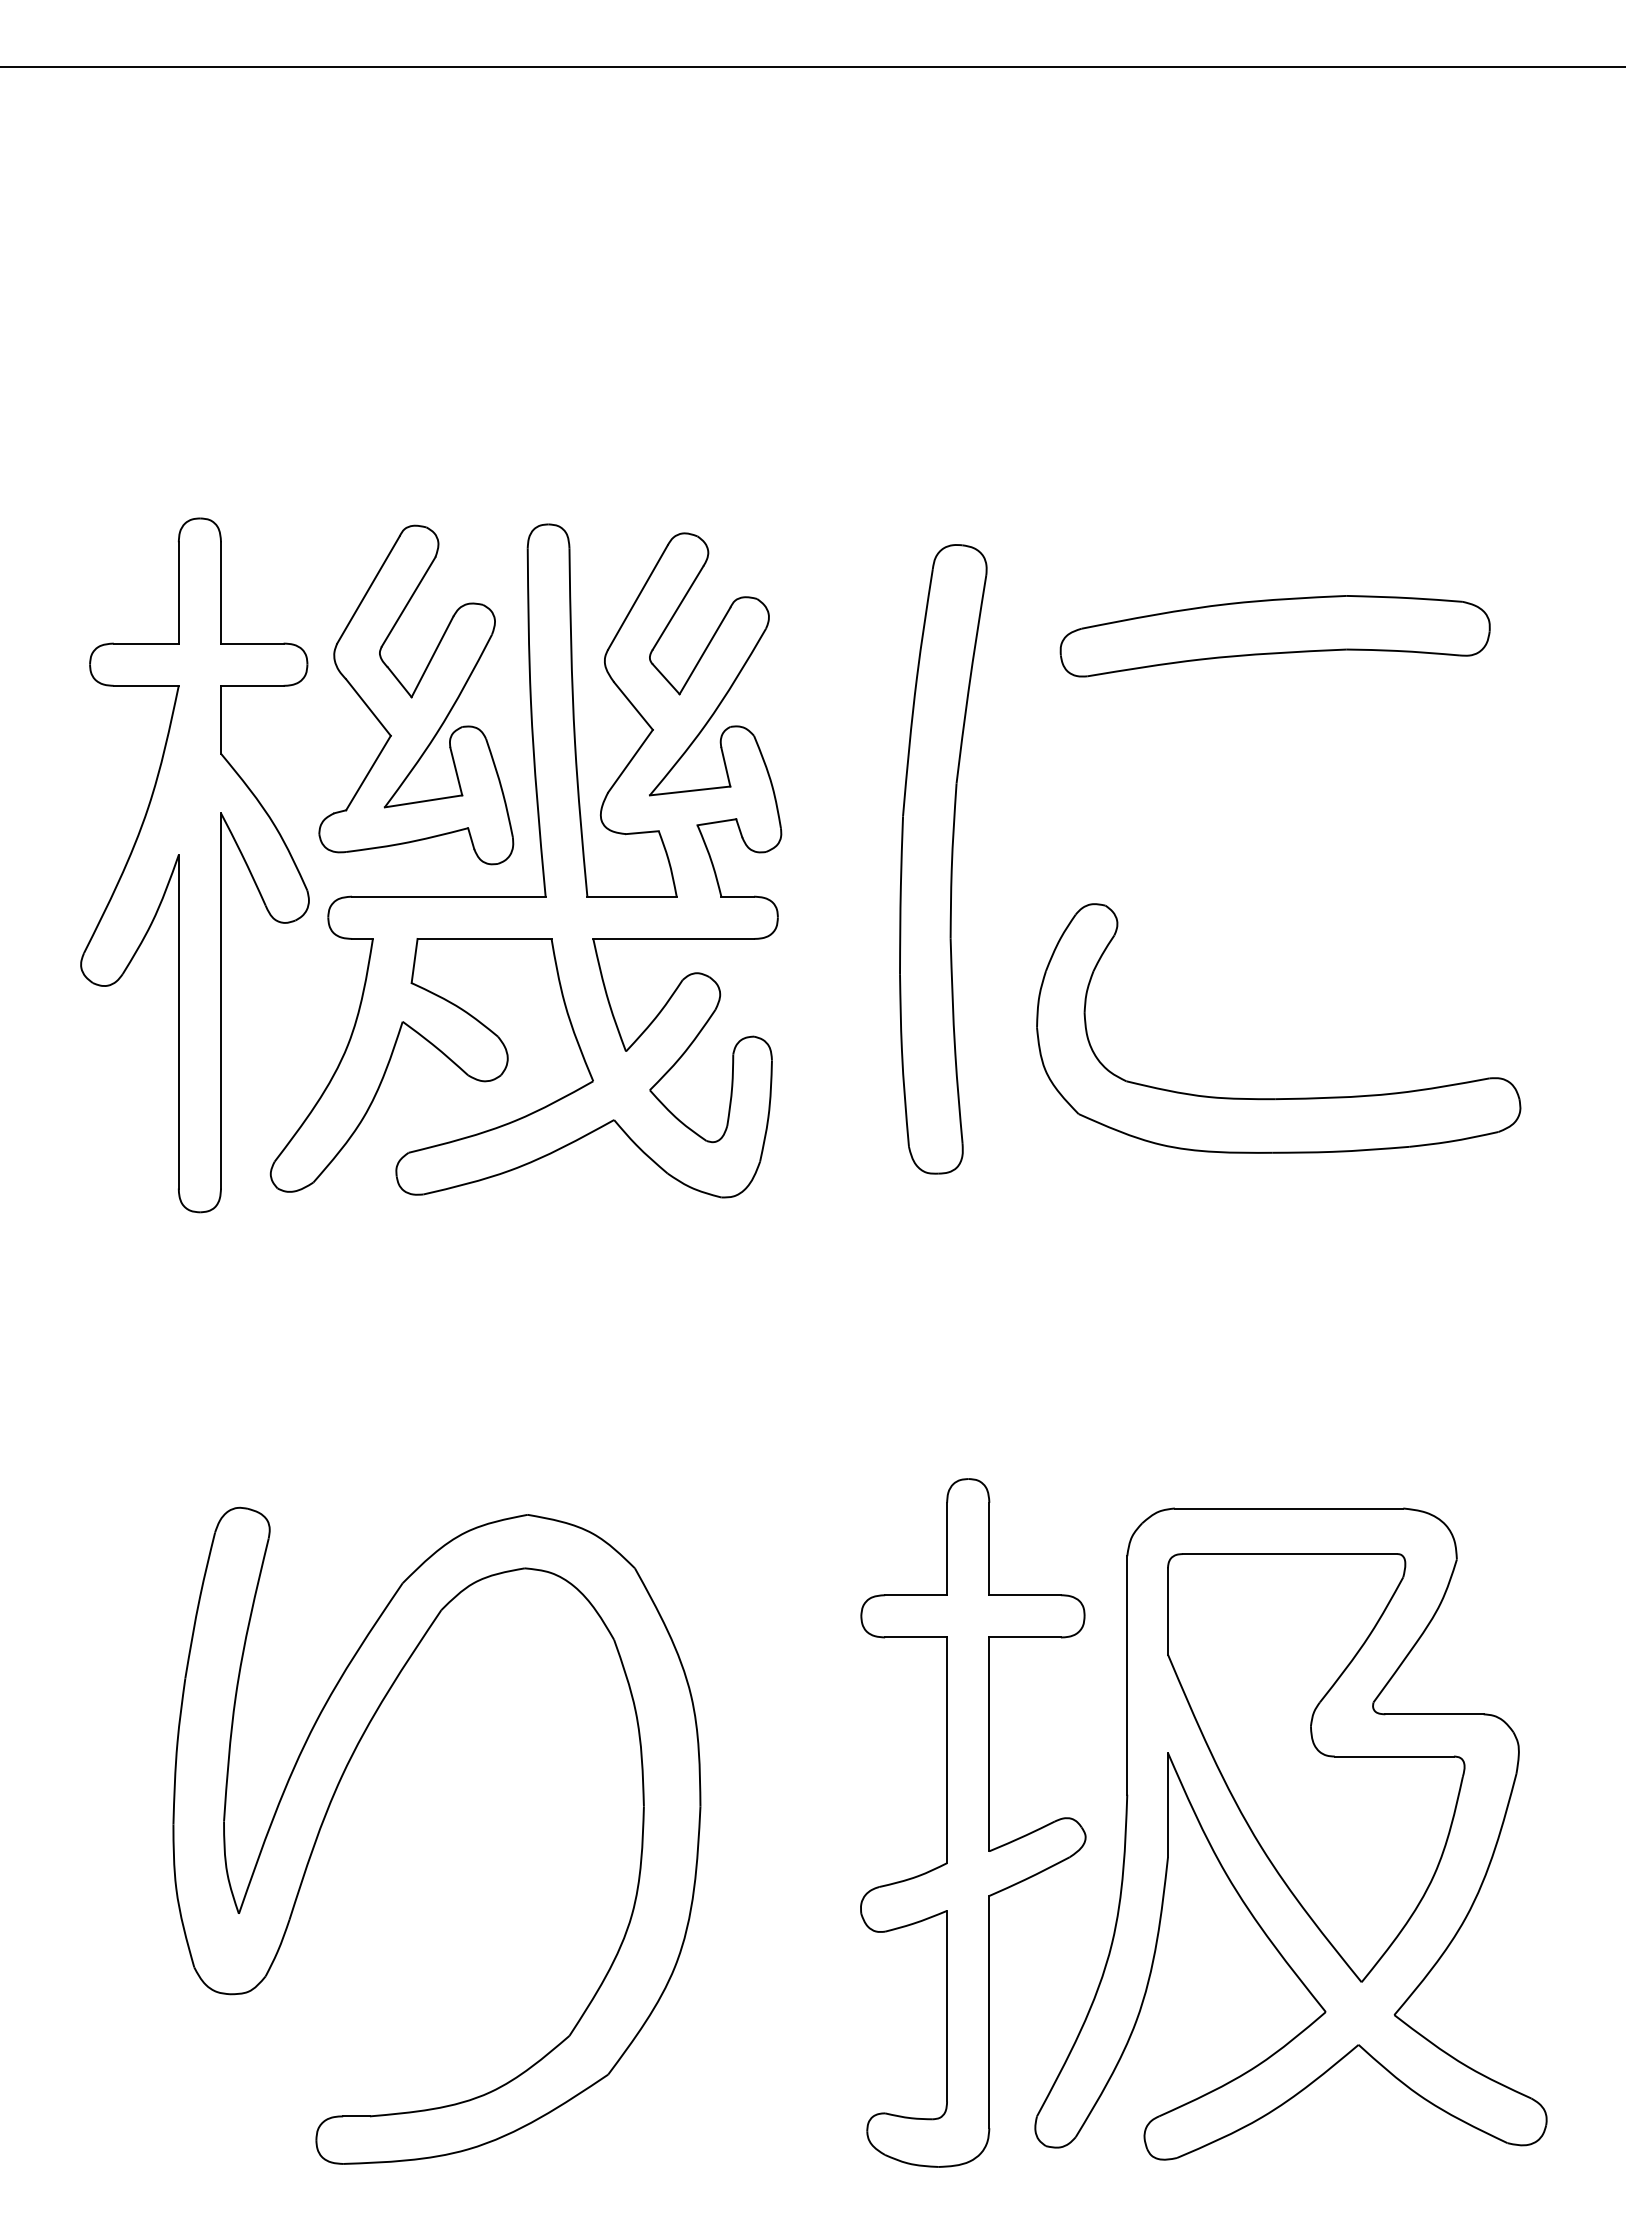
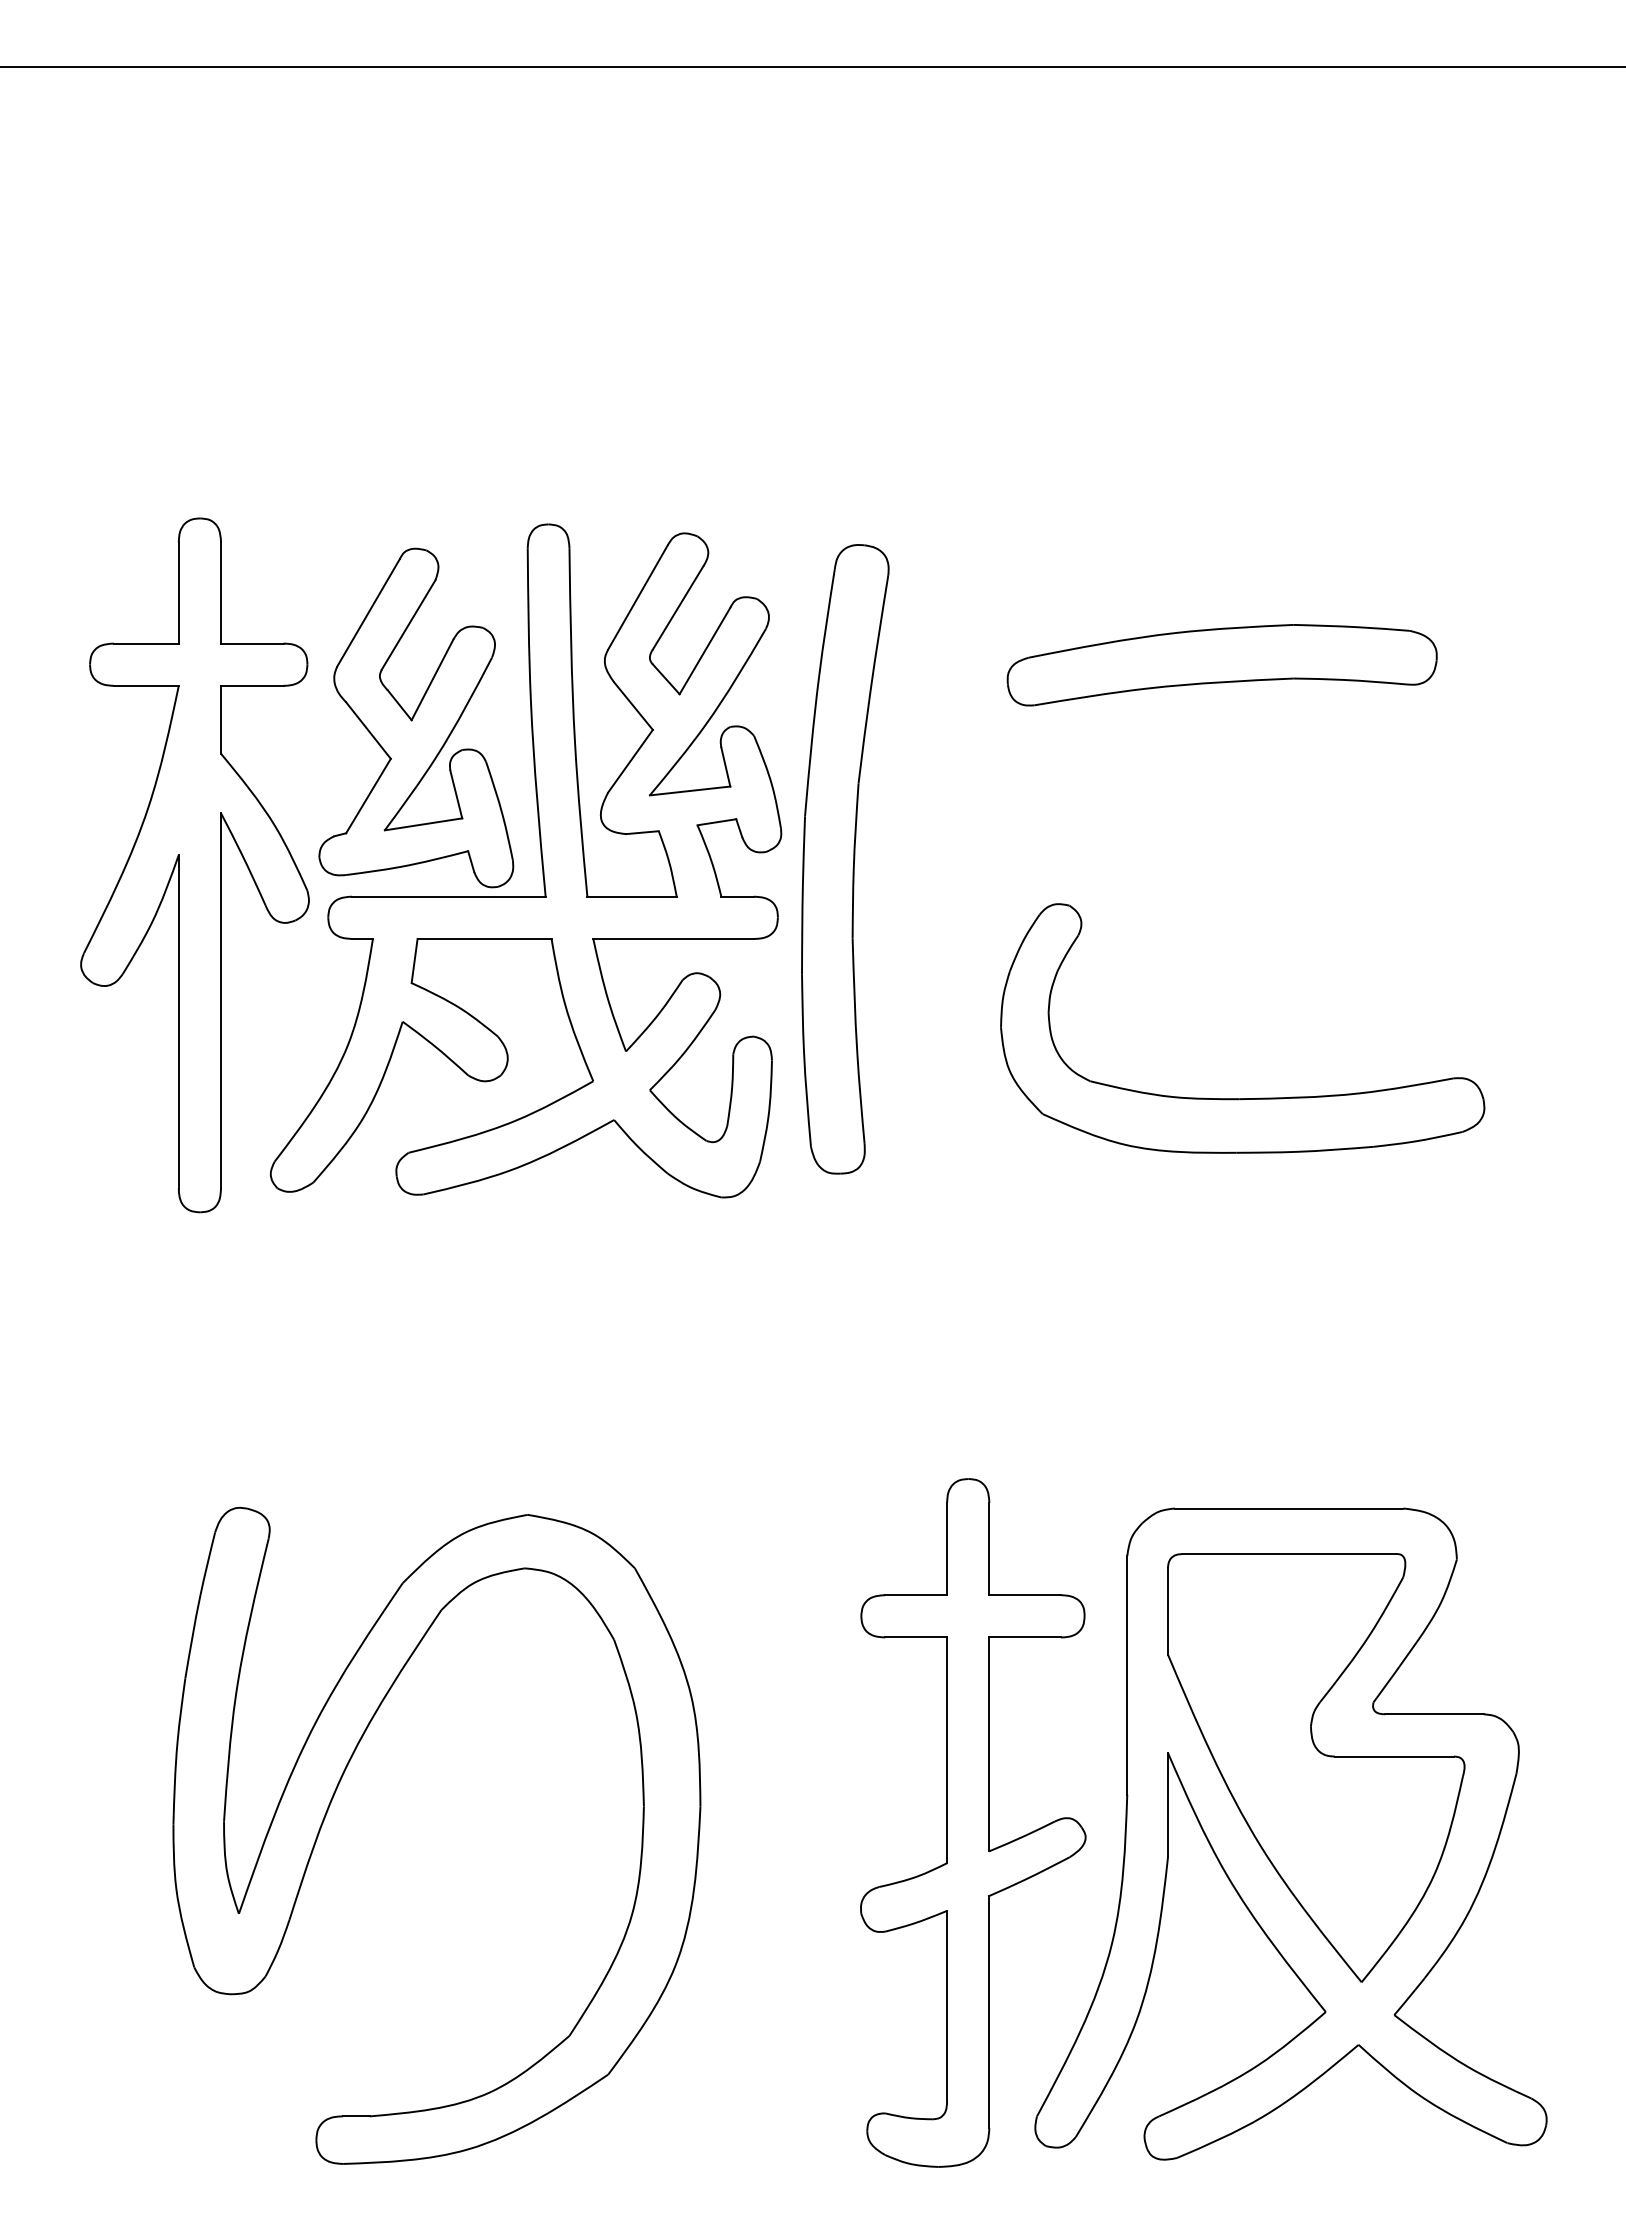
part at (1274, 636) position: (1274, 636) -> (1221, 665)
part at (416, 694) position: (416, 694) -> (416, 717)
part at (943, 859) position: (943, 859) -> (845, 859)
part at (1278, 1098) position: (1278, 1098) -> (1242, 1098)
